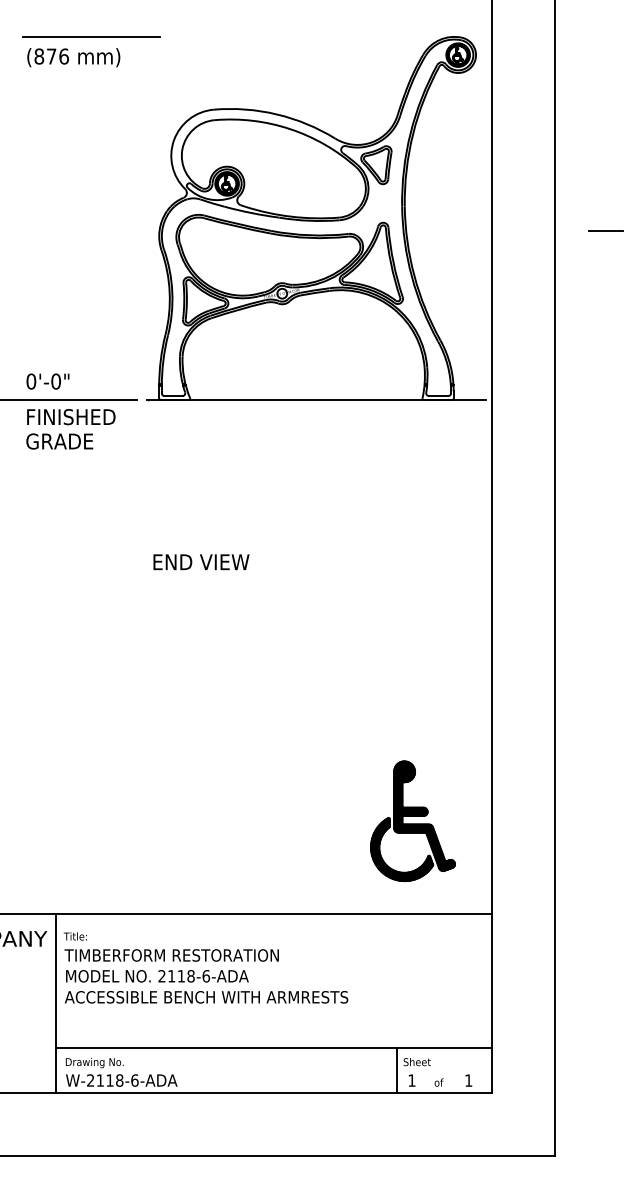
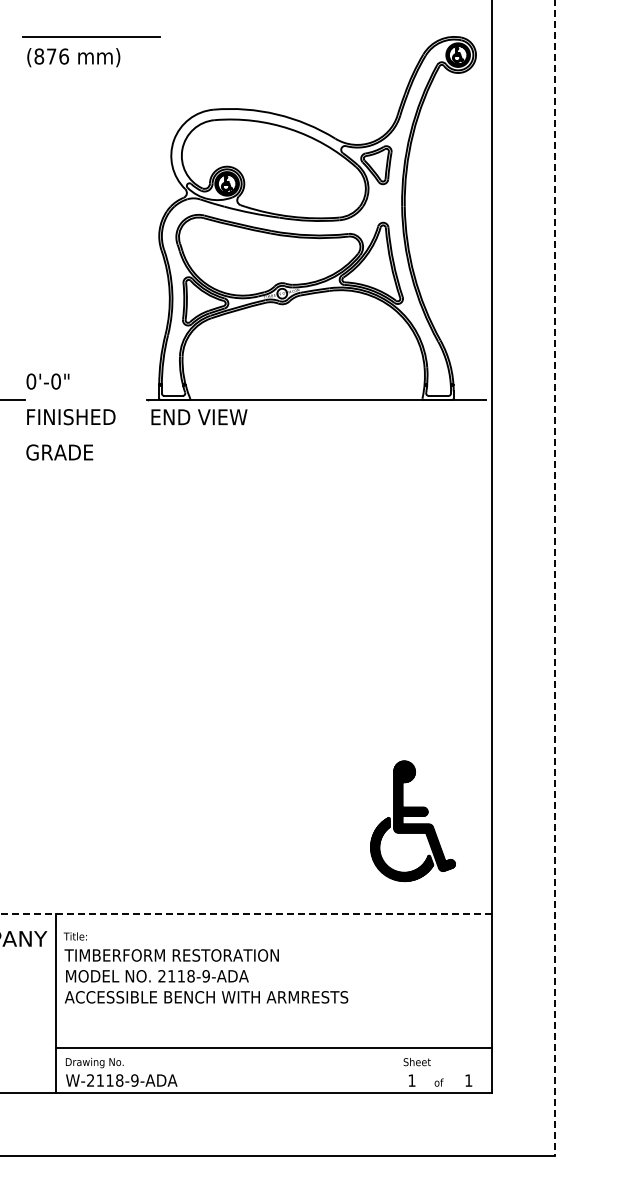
line at (605, 231): present -> none
line at (81, 399): present -> none
text at (59, 441) position: (59, 441) -> (59, 452)
text at (201, 562) position: (201, 562) -> (199, 417)
line at (554, 578): solid -> dashed
line at (246, 913): solid -> dashed
text at (206, 976): 2118-6-ADA -> 2118-9-ADA
line at (397, 1070): present -> none
text at (134, 1080): W-2118-6-ADA -> W-2118-9-ADA
